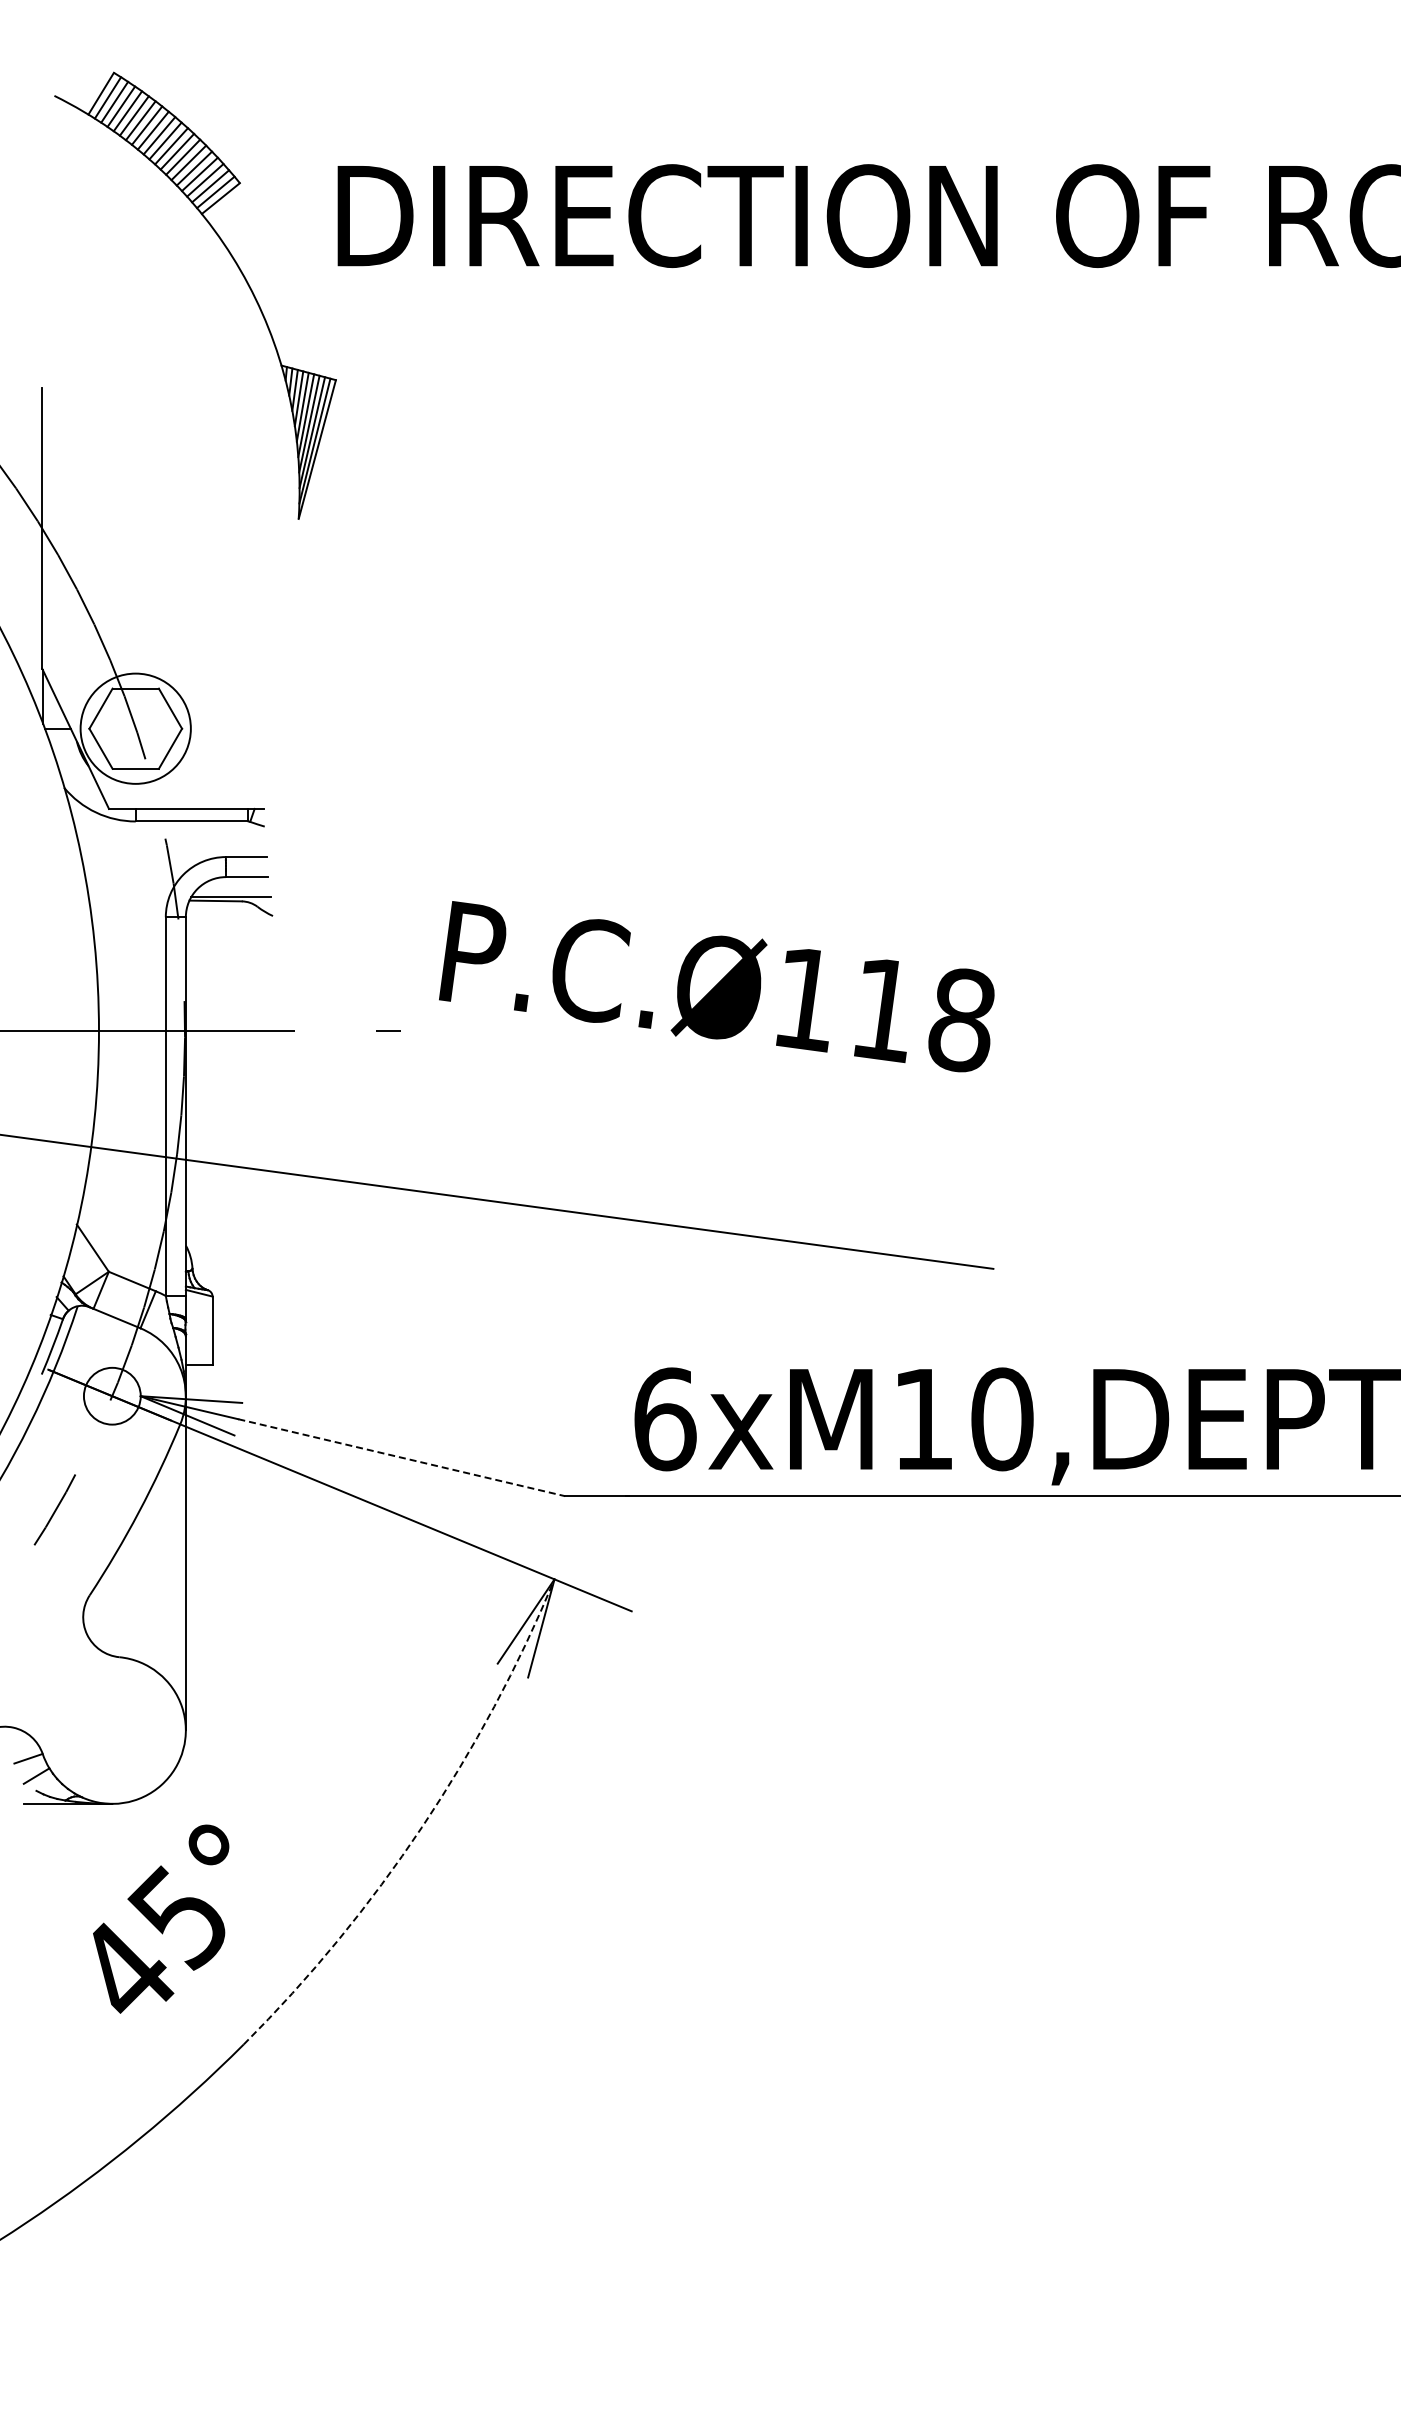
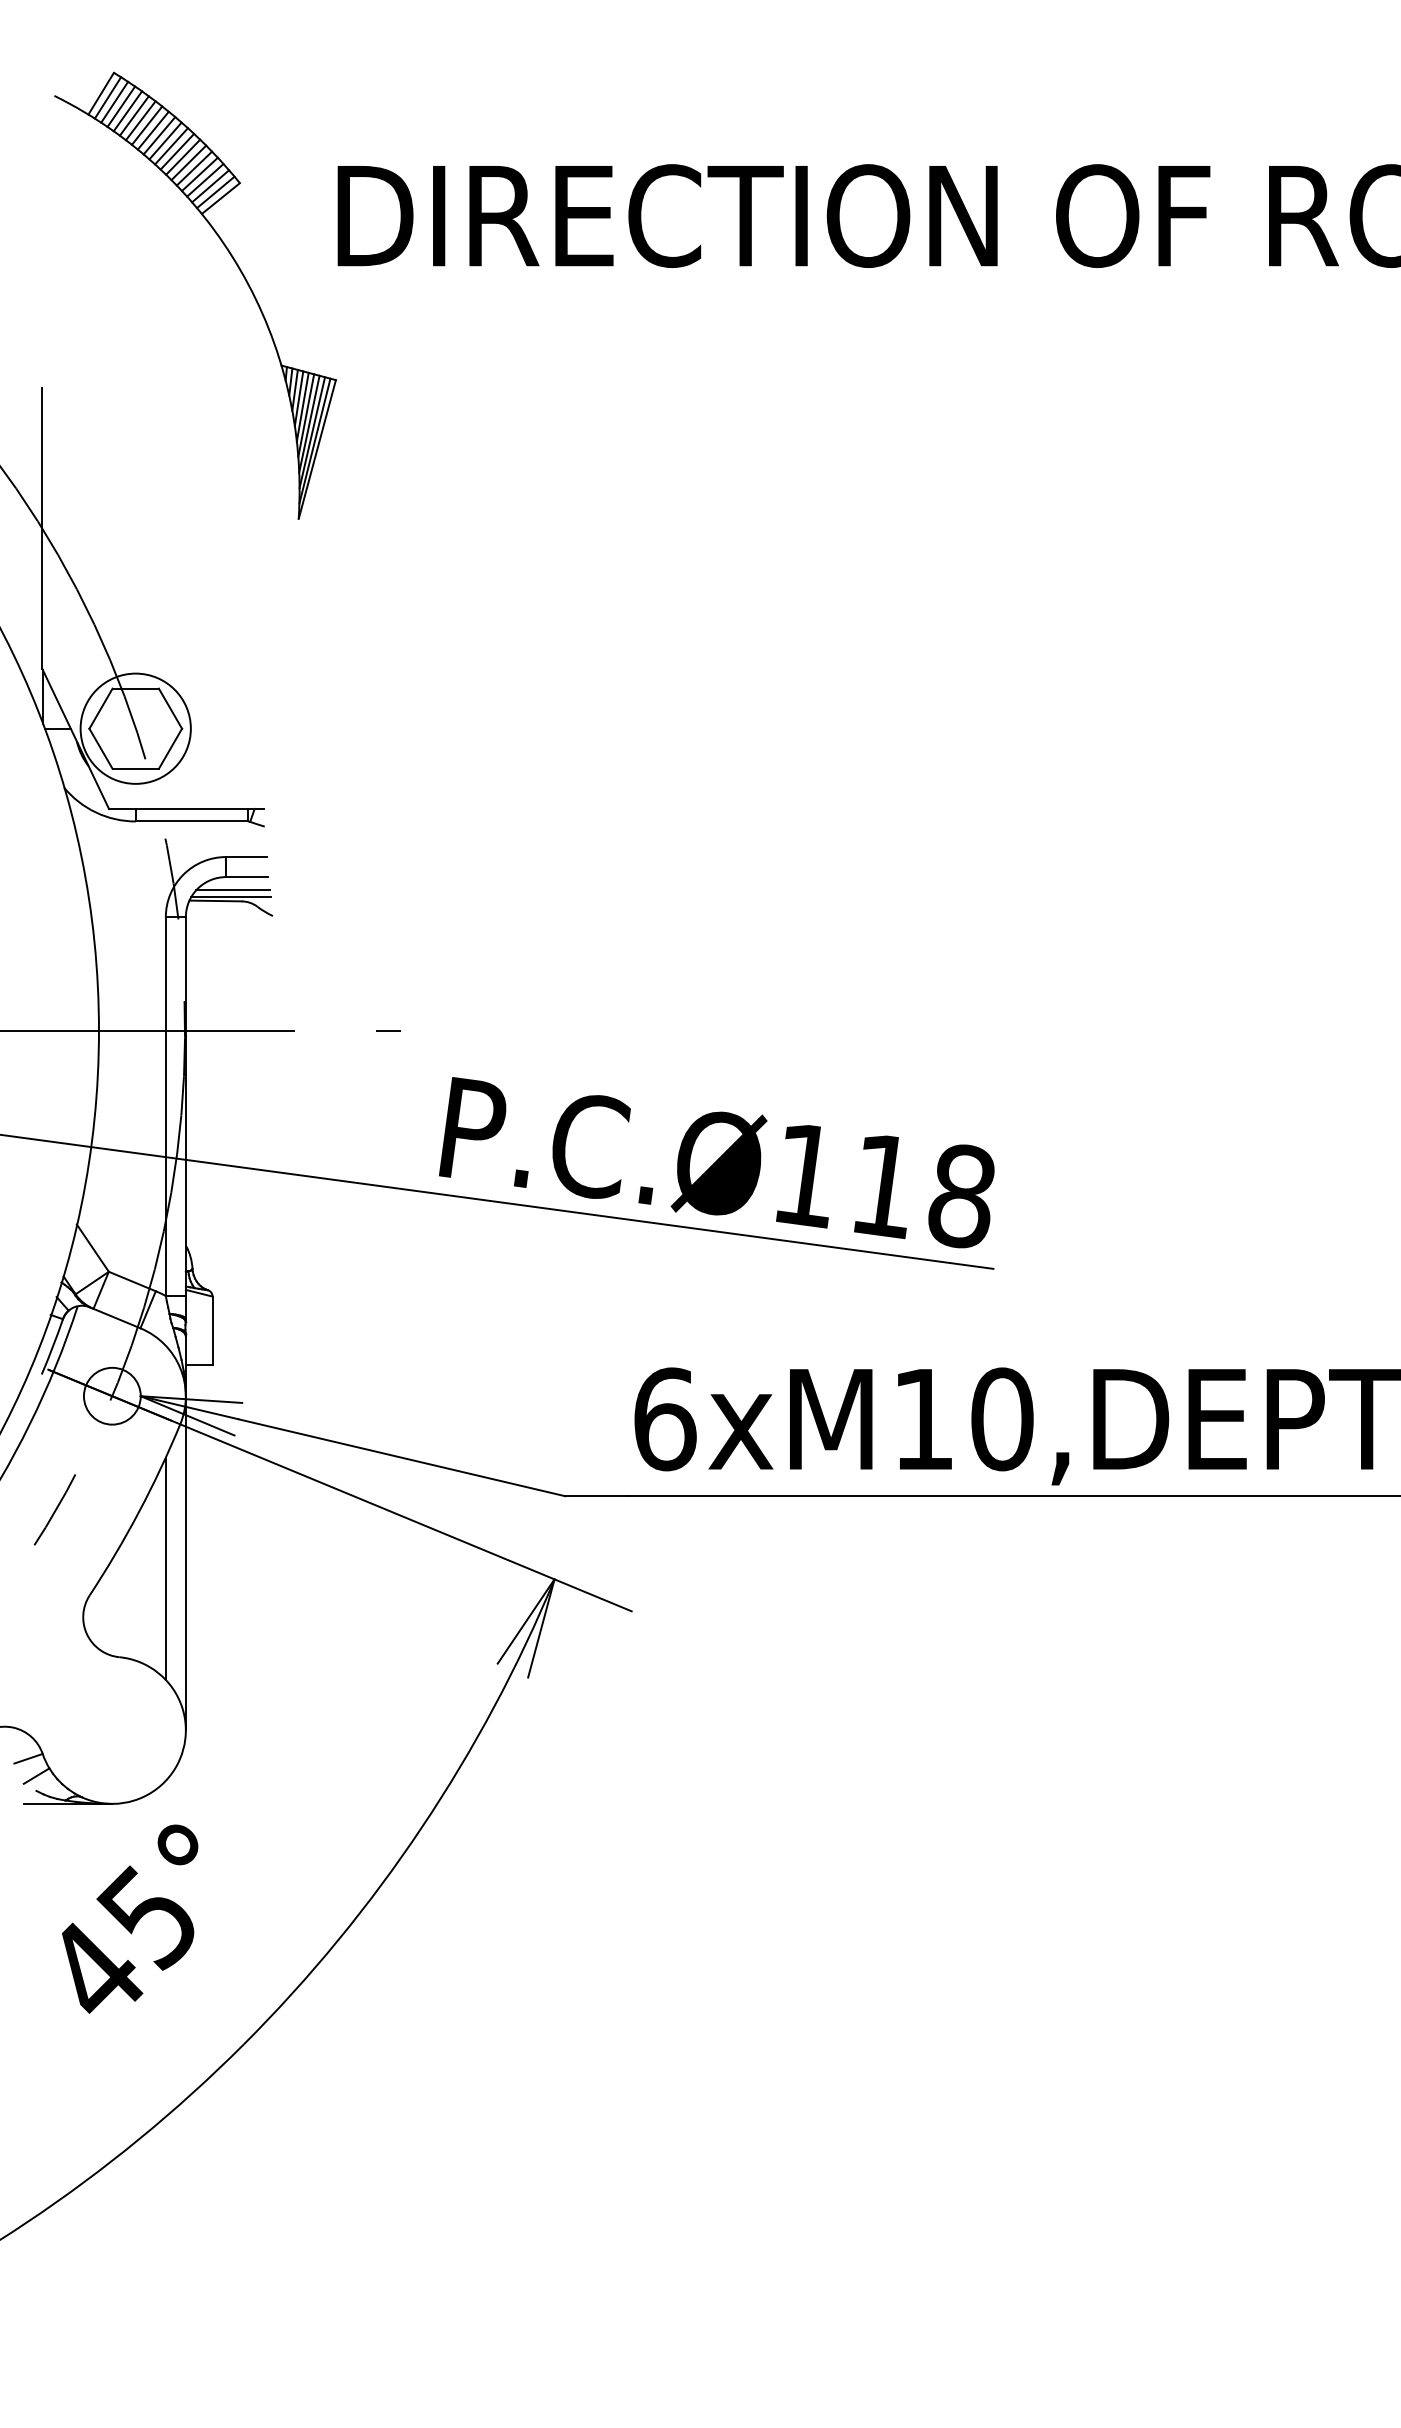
line at (232, 890): none -> present
text at (716, 986) position: (716, 986) -> (716, 1162)
line at (401, 1457): dashed -> solid
line at (165, 1568): none -> present
arc at (422, 1827): dashed -> solid
text at (161, 1918) position: (161, 1918) -> (130, 1918)
